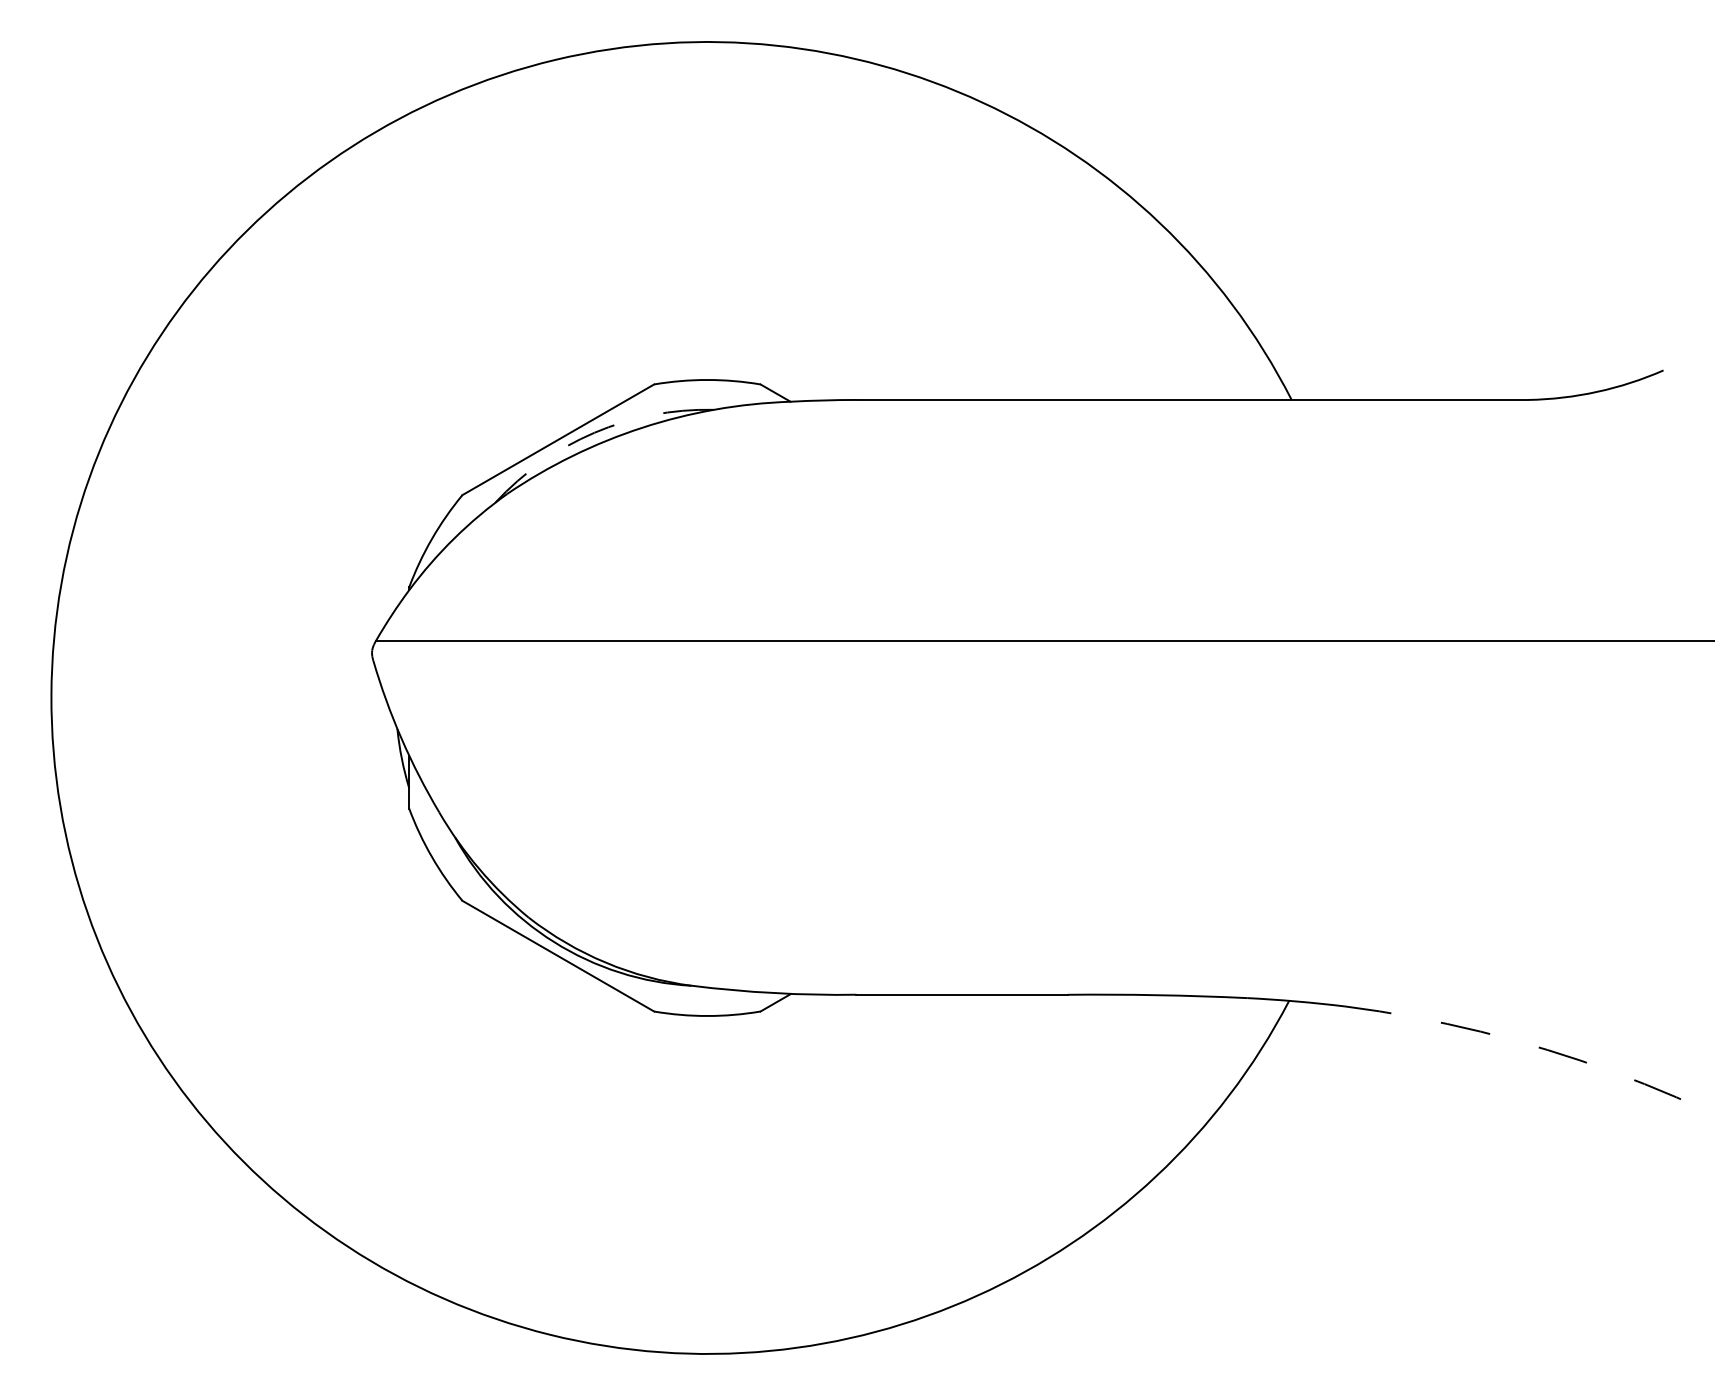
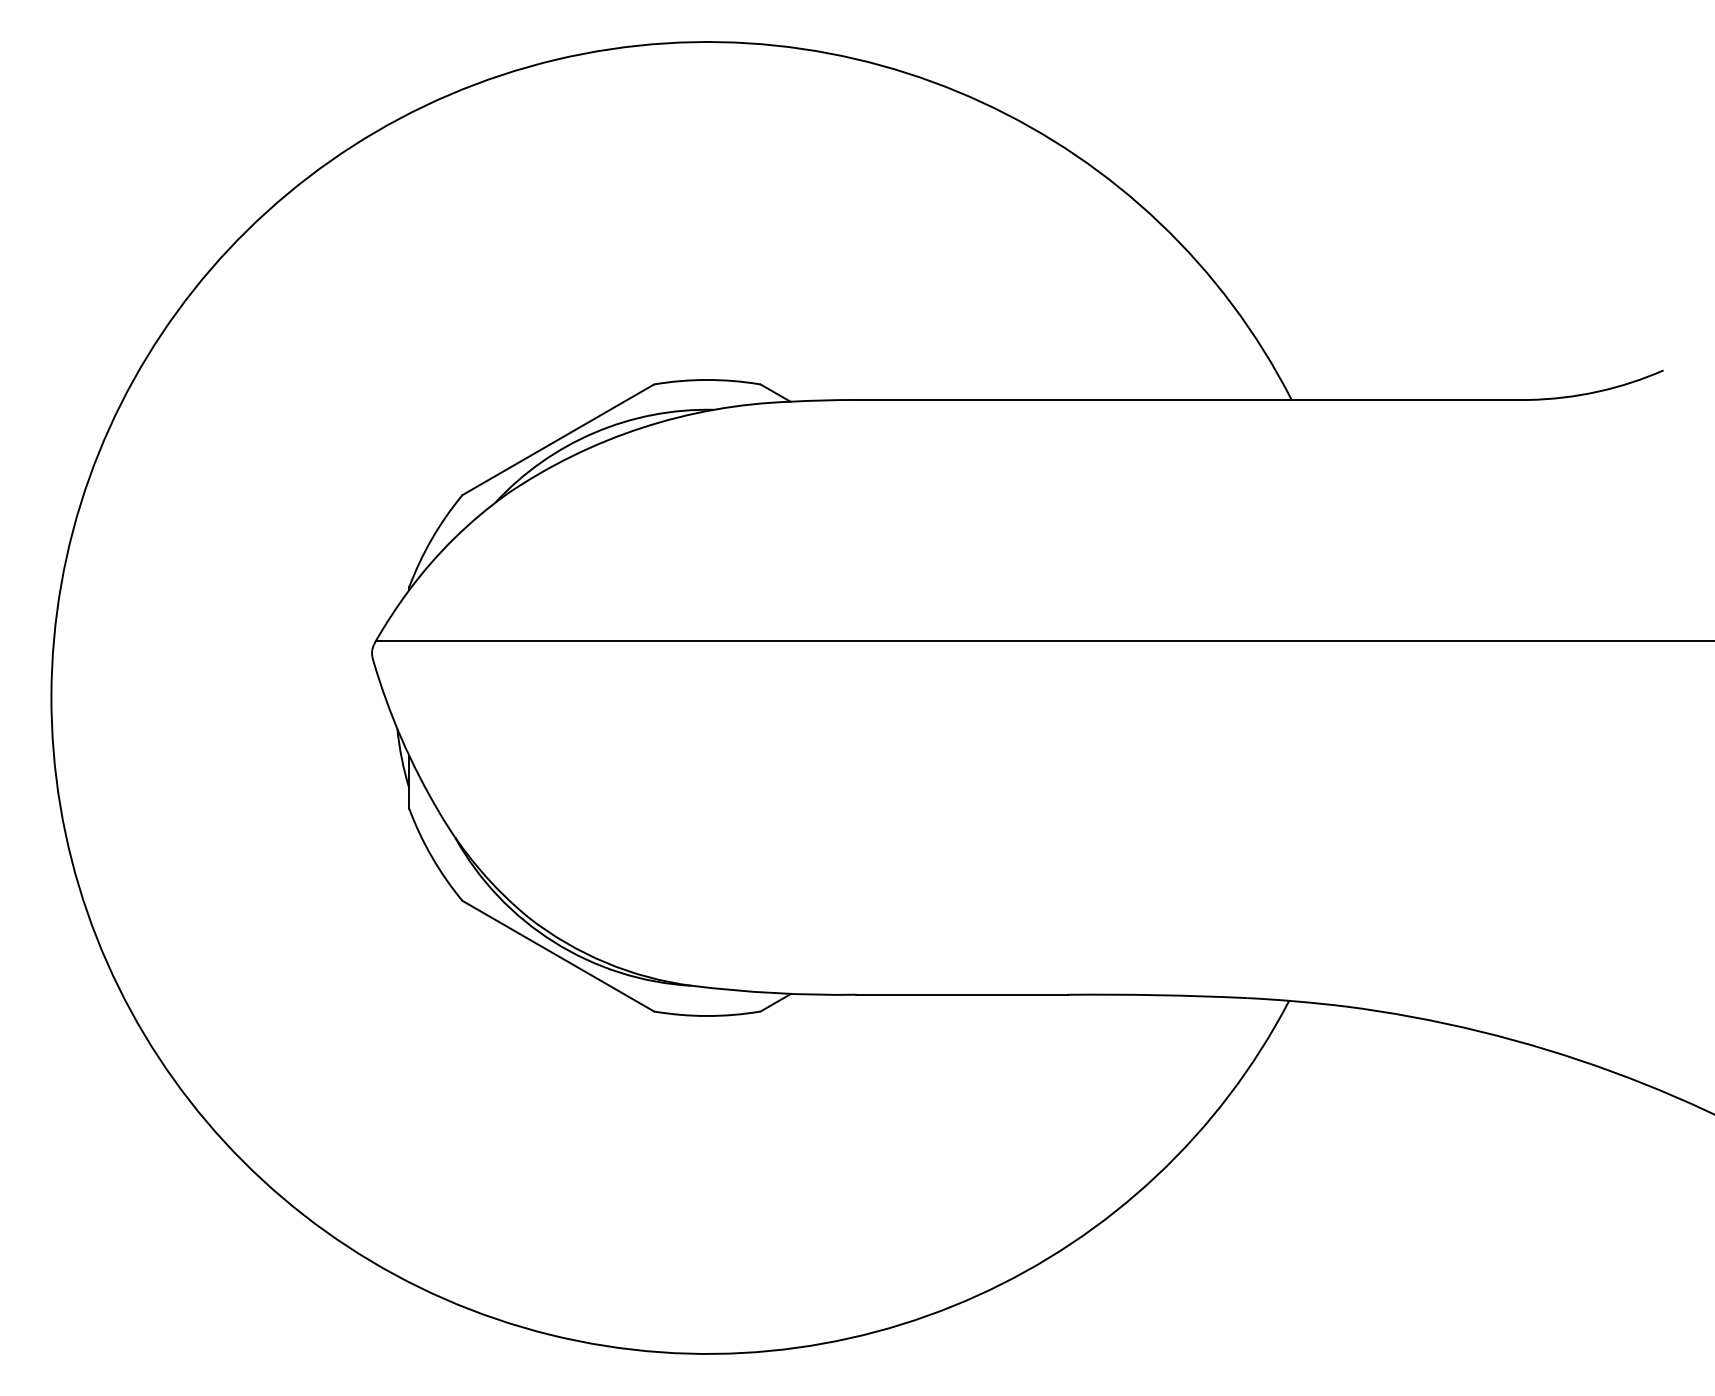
arc at (594, 432): dashed -> solid
arc at (1534, 1046): dashed -> solid
